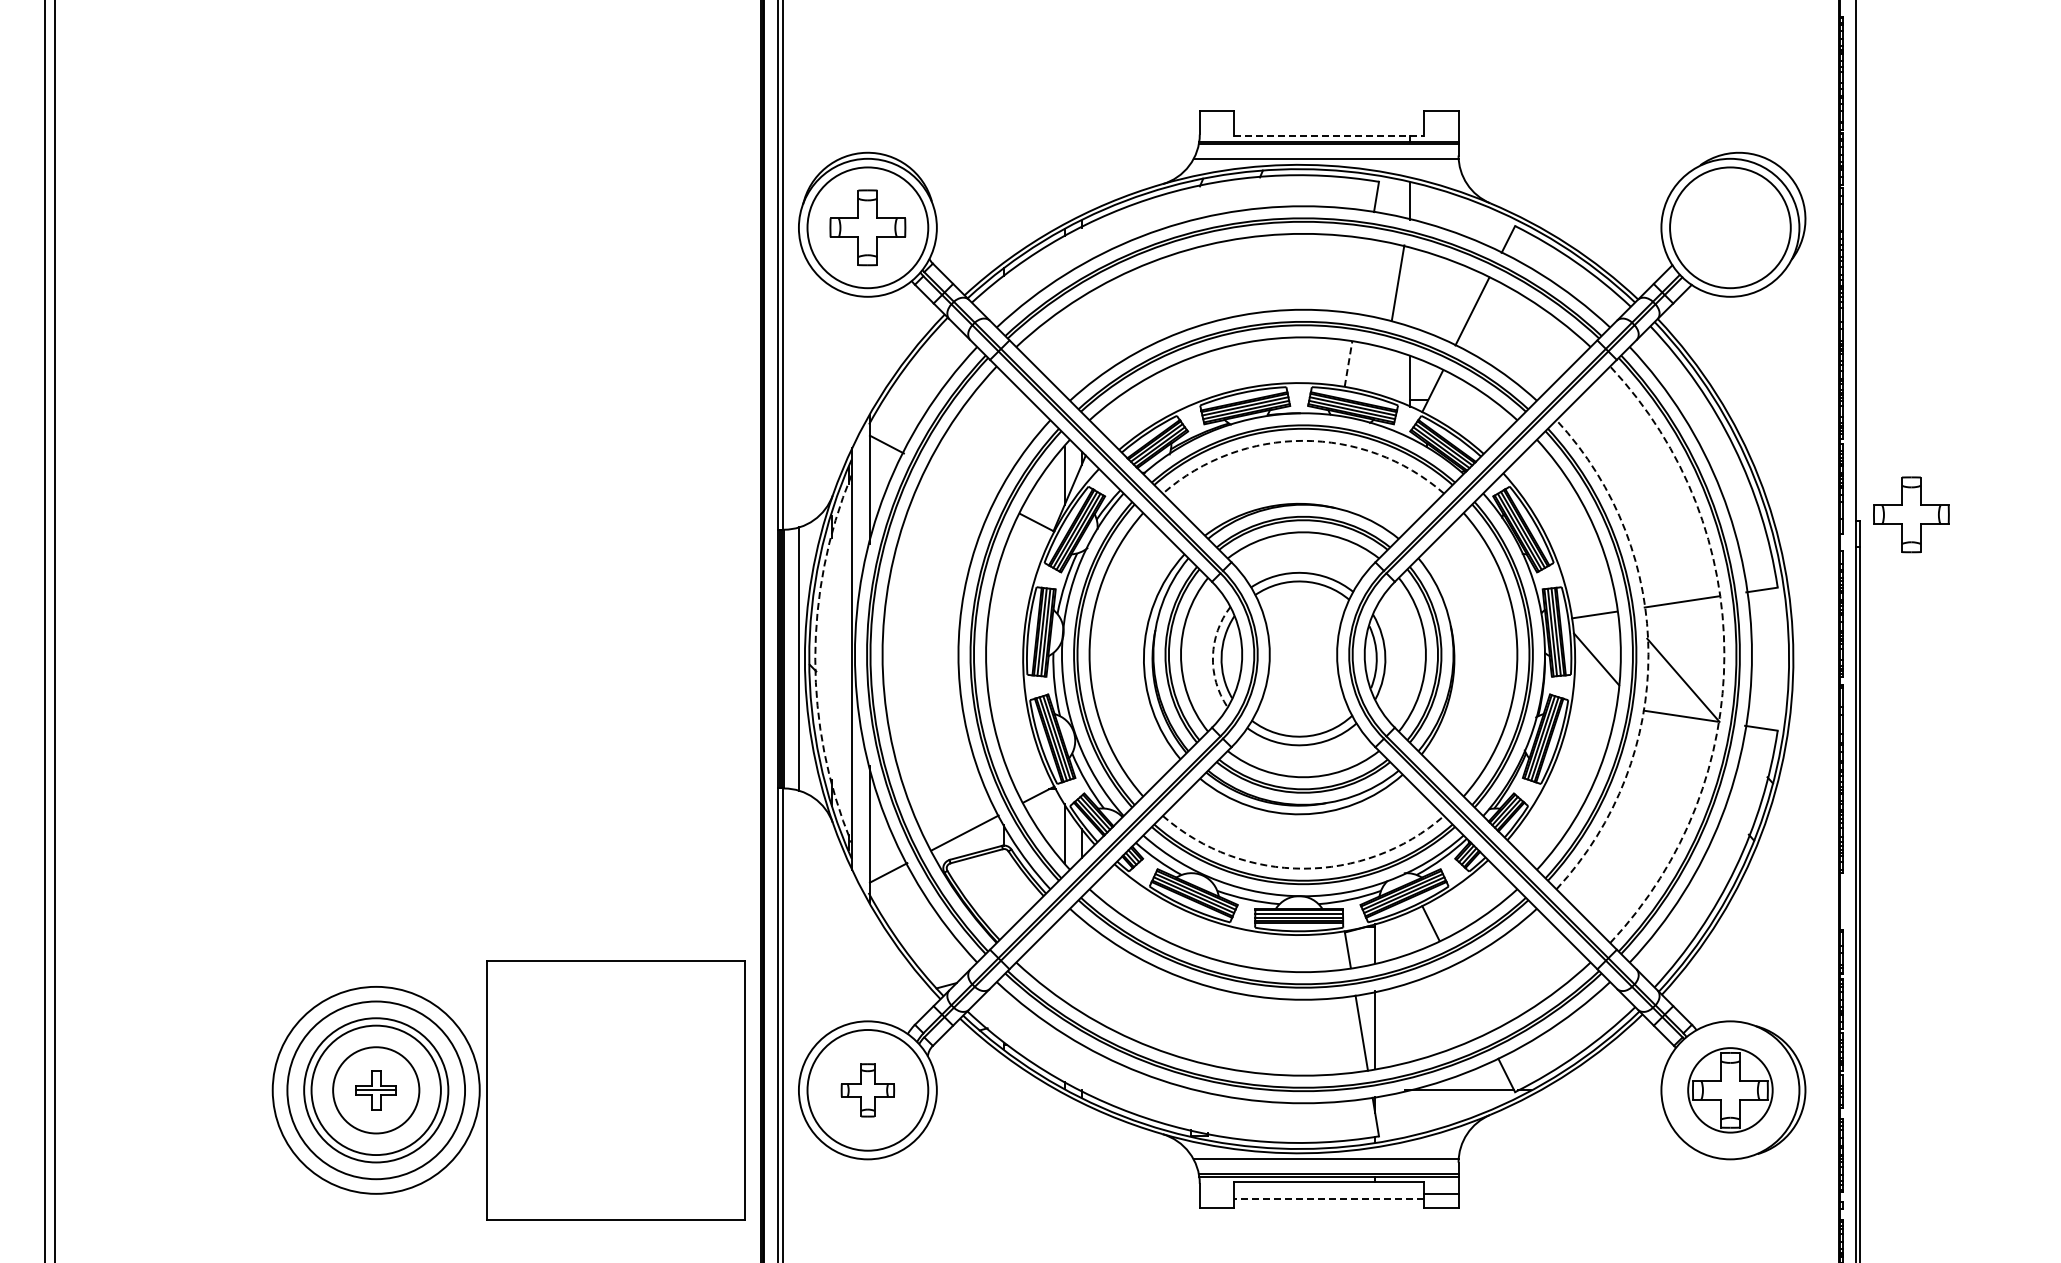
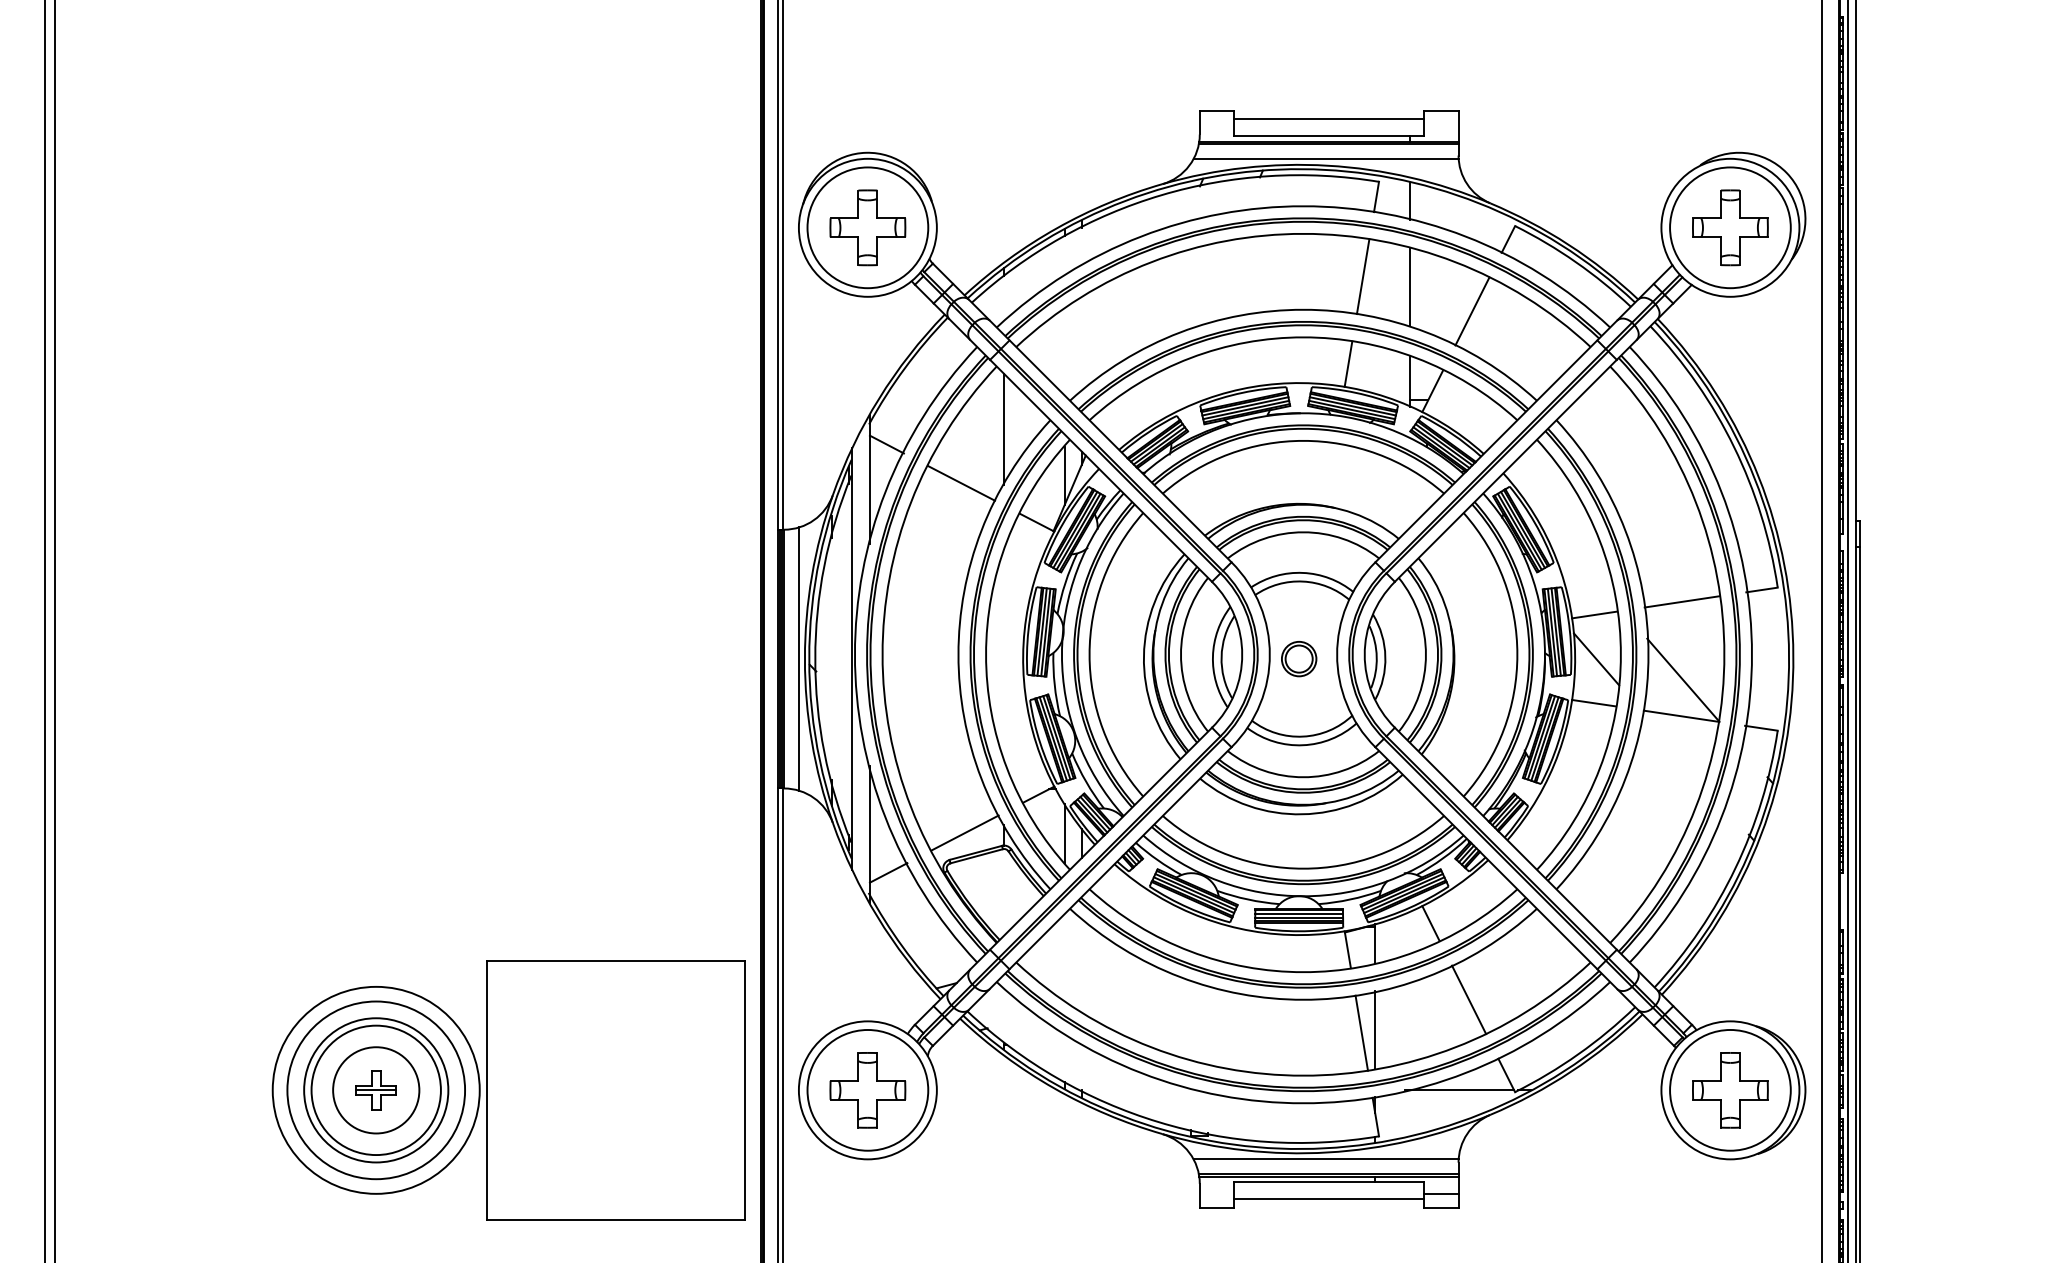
line at (1329, 119): none -> present
line at (1329, 136): dashed -> solid
line at (1397, 282) position: (1397, 282) -> (1362, 276)
line at (1409, 287): none -> present
line at (1348, 364): dashed -> solid
line at (1004, 428): none -> present
arc at (1303, 440): dashed -> solid
line at (961, 483): none -> present
part at (1911, 514) position: (1911, 514) -> (1730, 227)
line at (1821, 630): none -> present
line at (1847, 630): none -> present
arc at (1648, 654): dashed -> solid
arc at (1724, 654): dashed -> solid
arc at (1212, 656): dashed -> solid
arc at (815, 659): dashed -> solid
part at (1299, 659): none -> present
line at (1593, 702): none -> present
arc at (1303, 868): dashed -> solid
line at (1469, 999): none -> present
part at (867, 1090) size: 56x55 px -> 78x77 px
circle at (1730, 1090) diameter: 85 px -> 121 px
line at (1329, 1199): dashed -> solid
